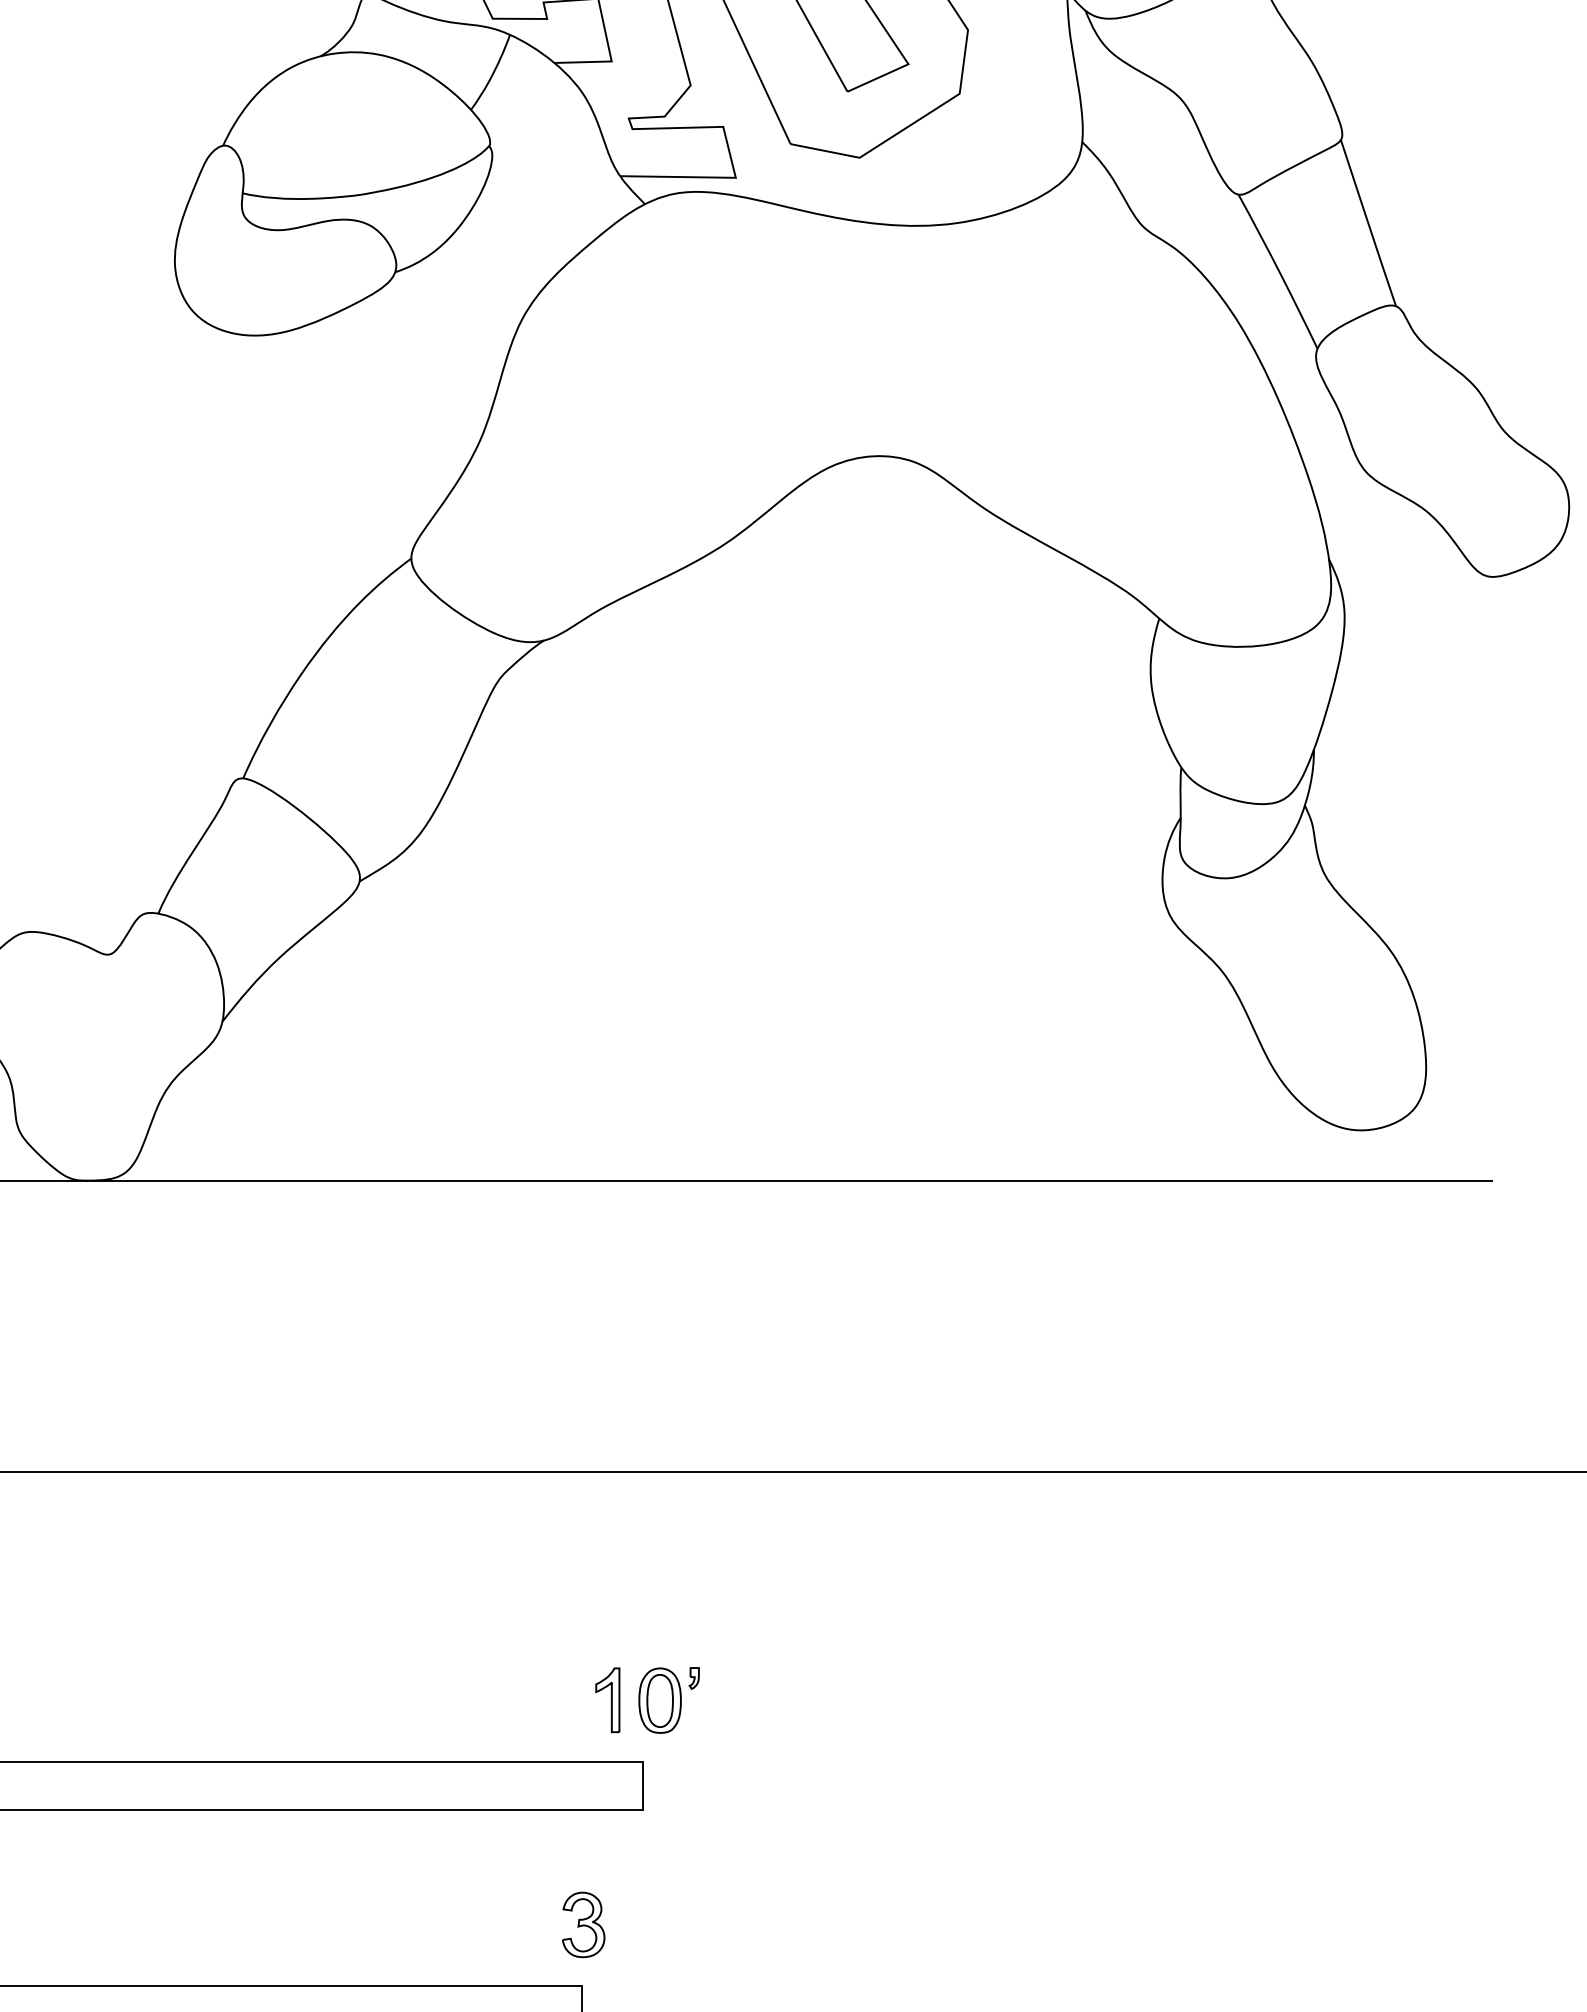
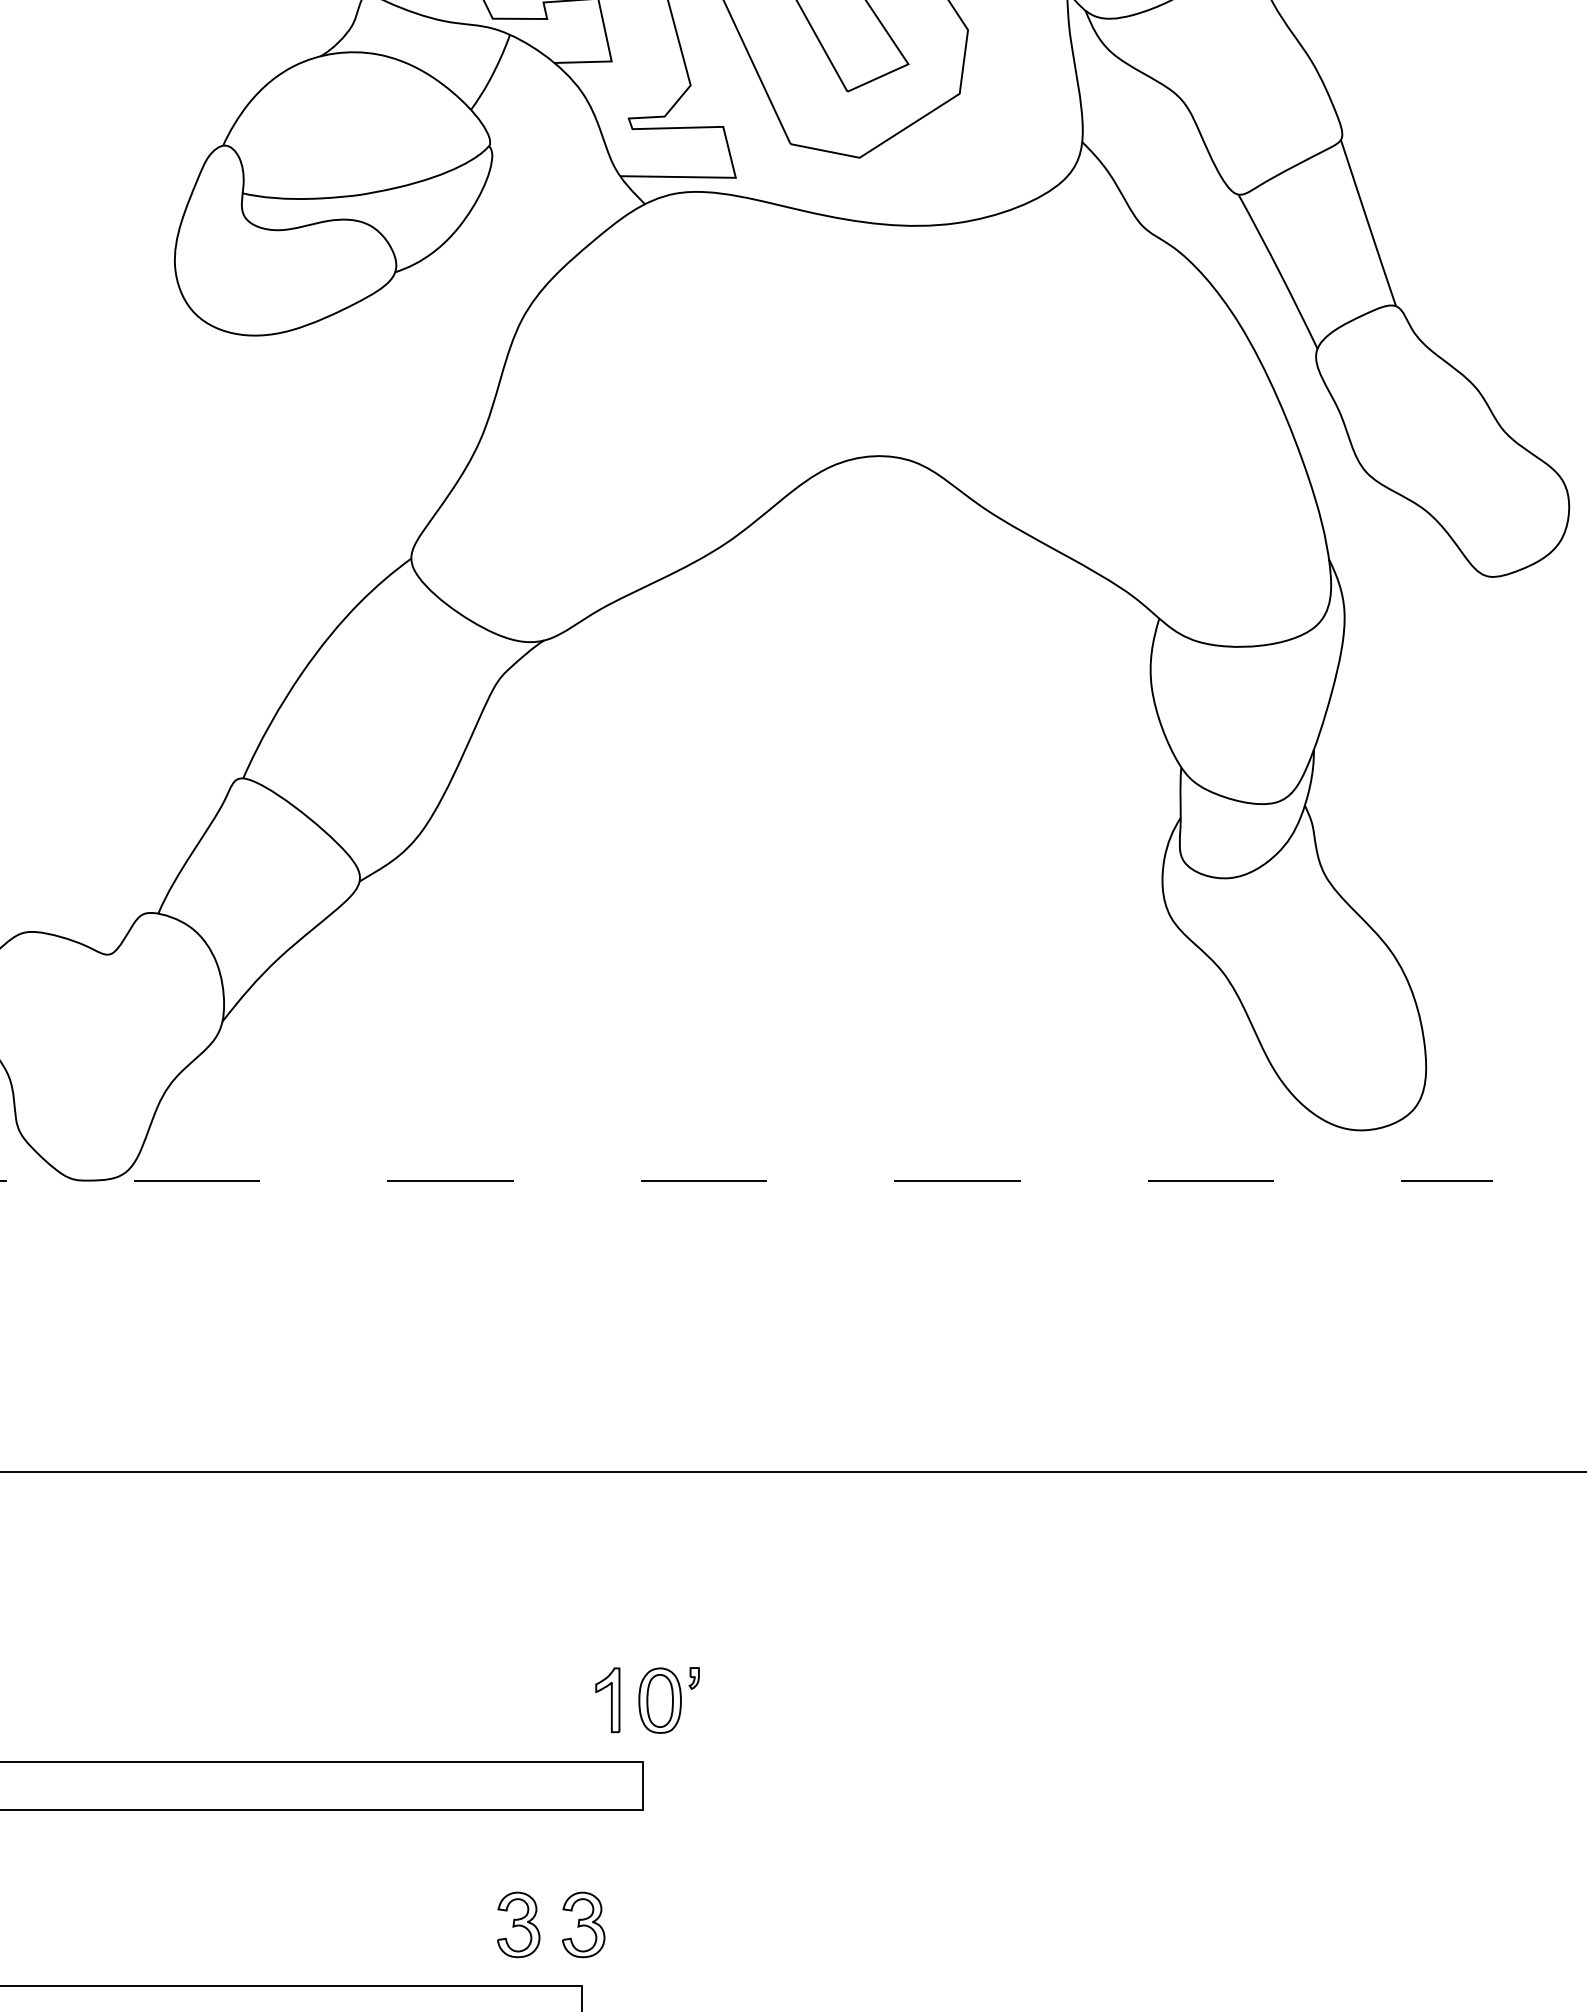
line at (746, 1180): solid -> dashed
part at (518, 1924): none -> present
